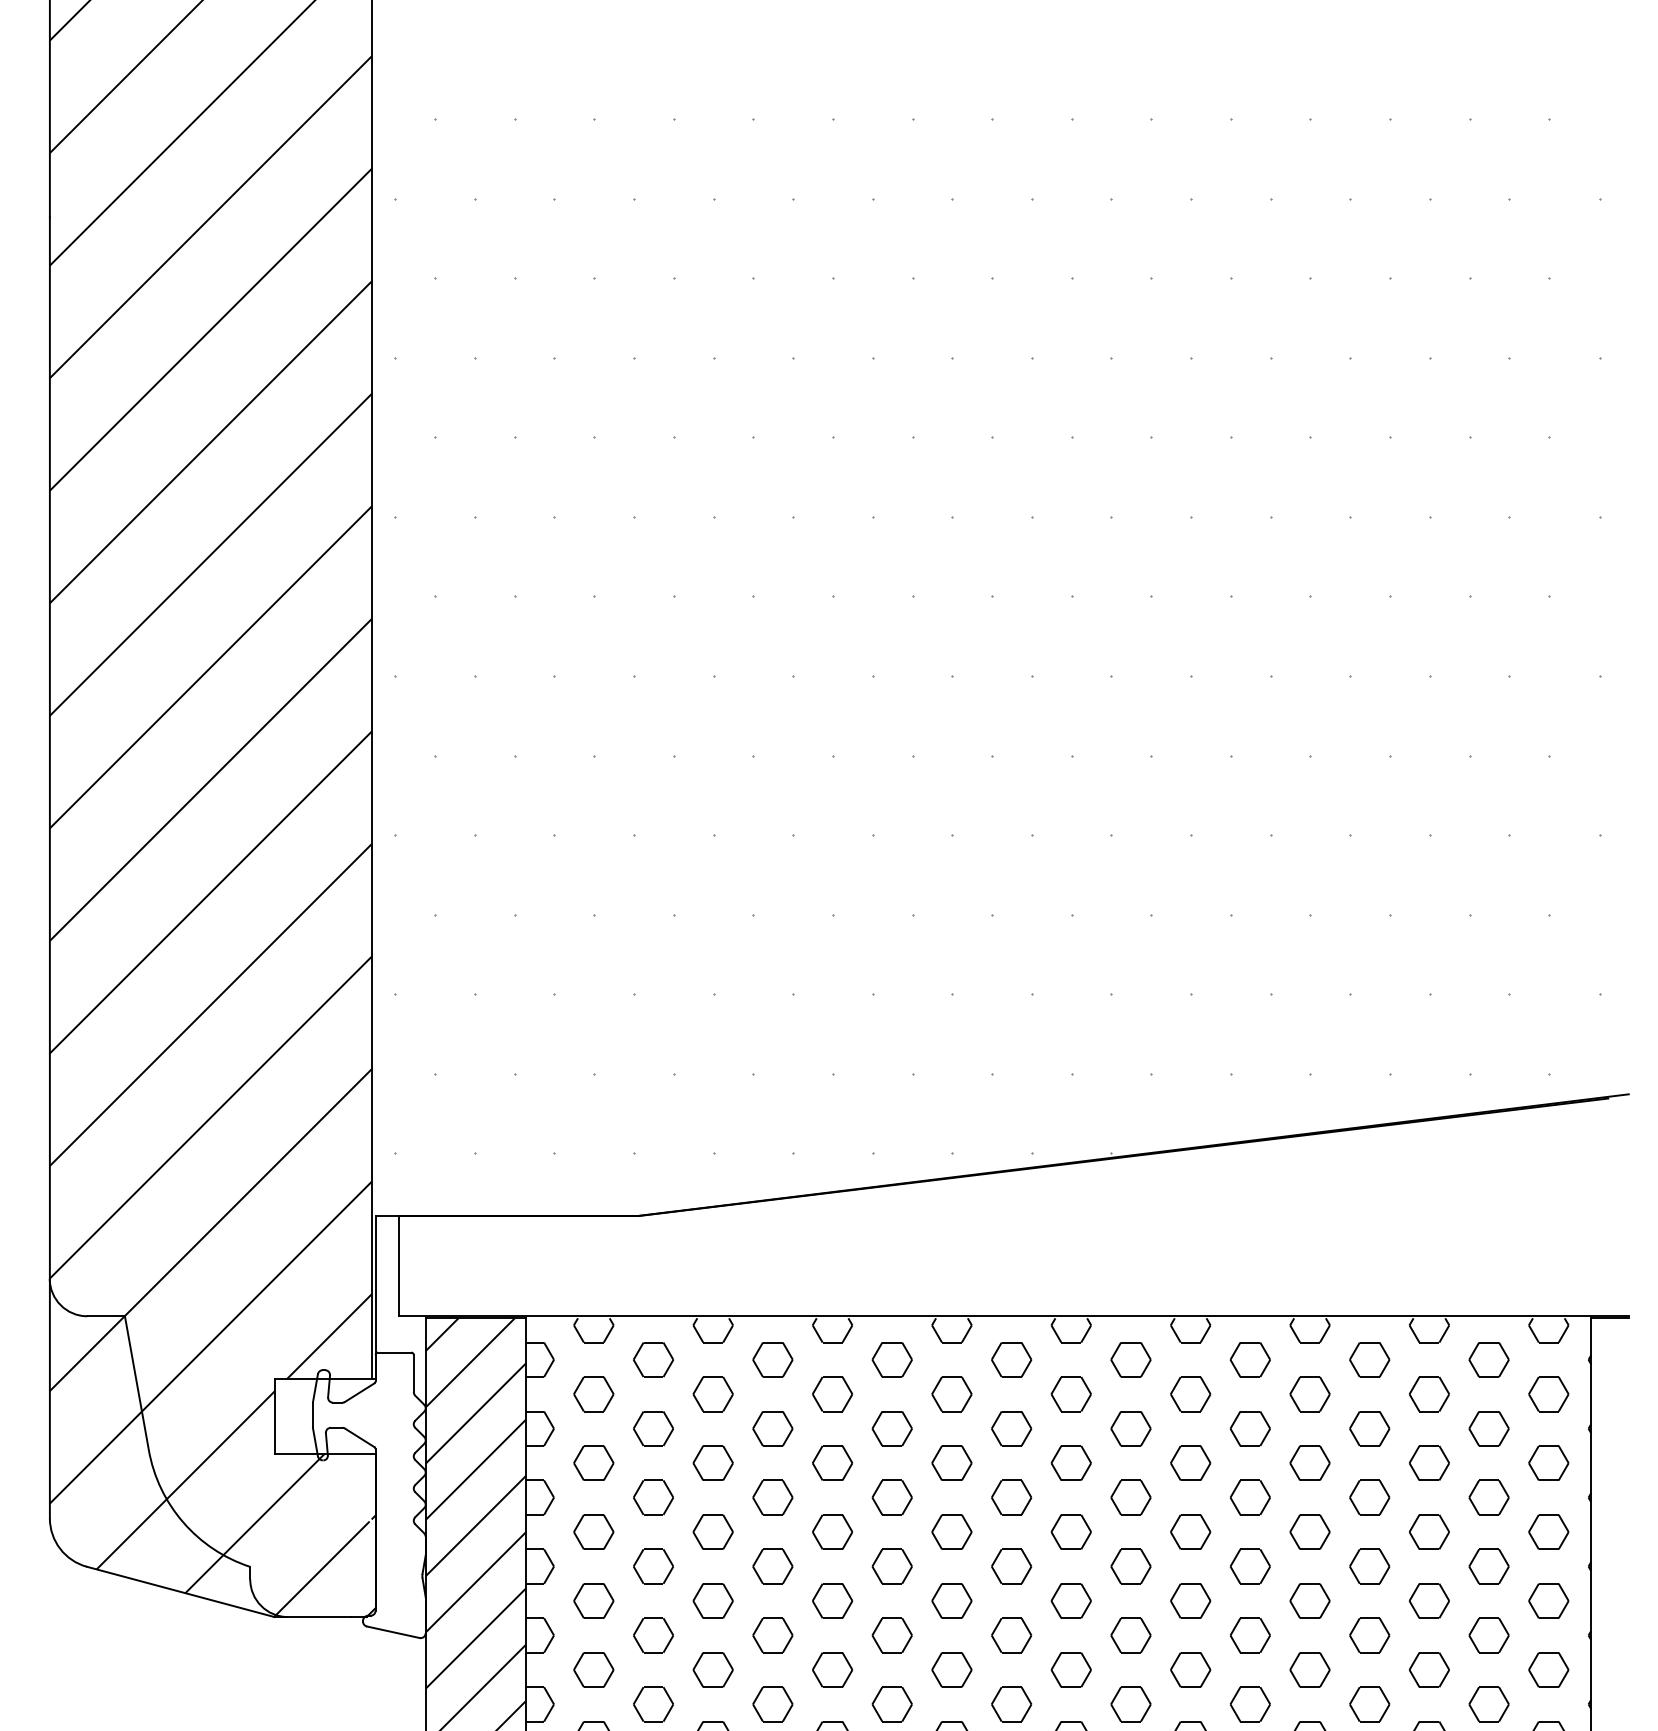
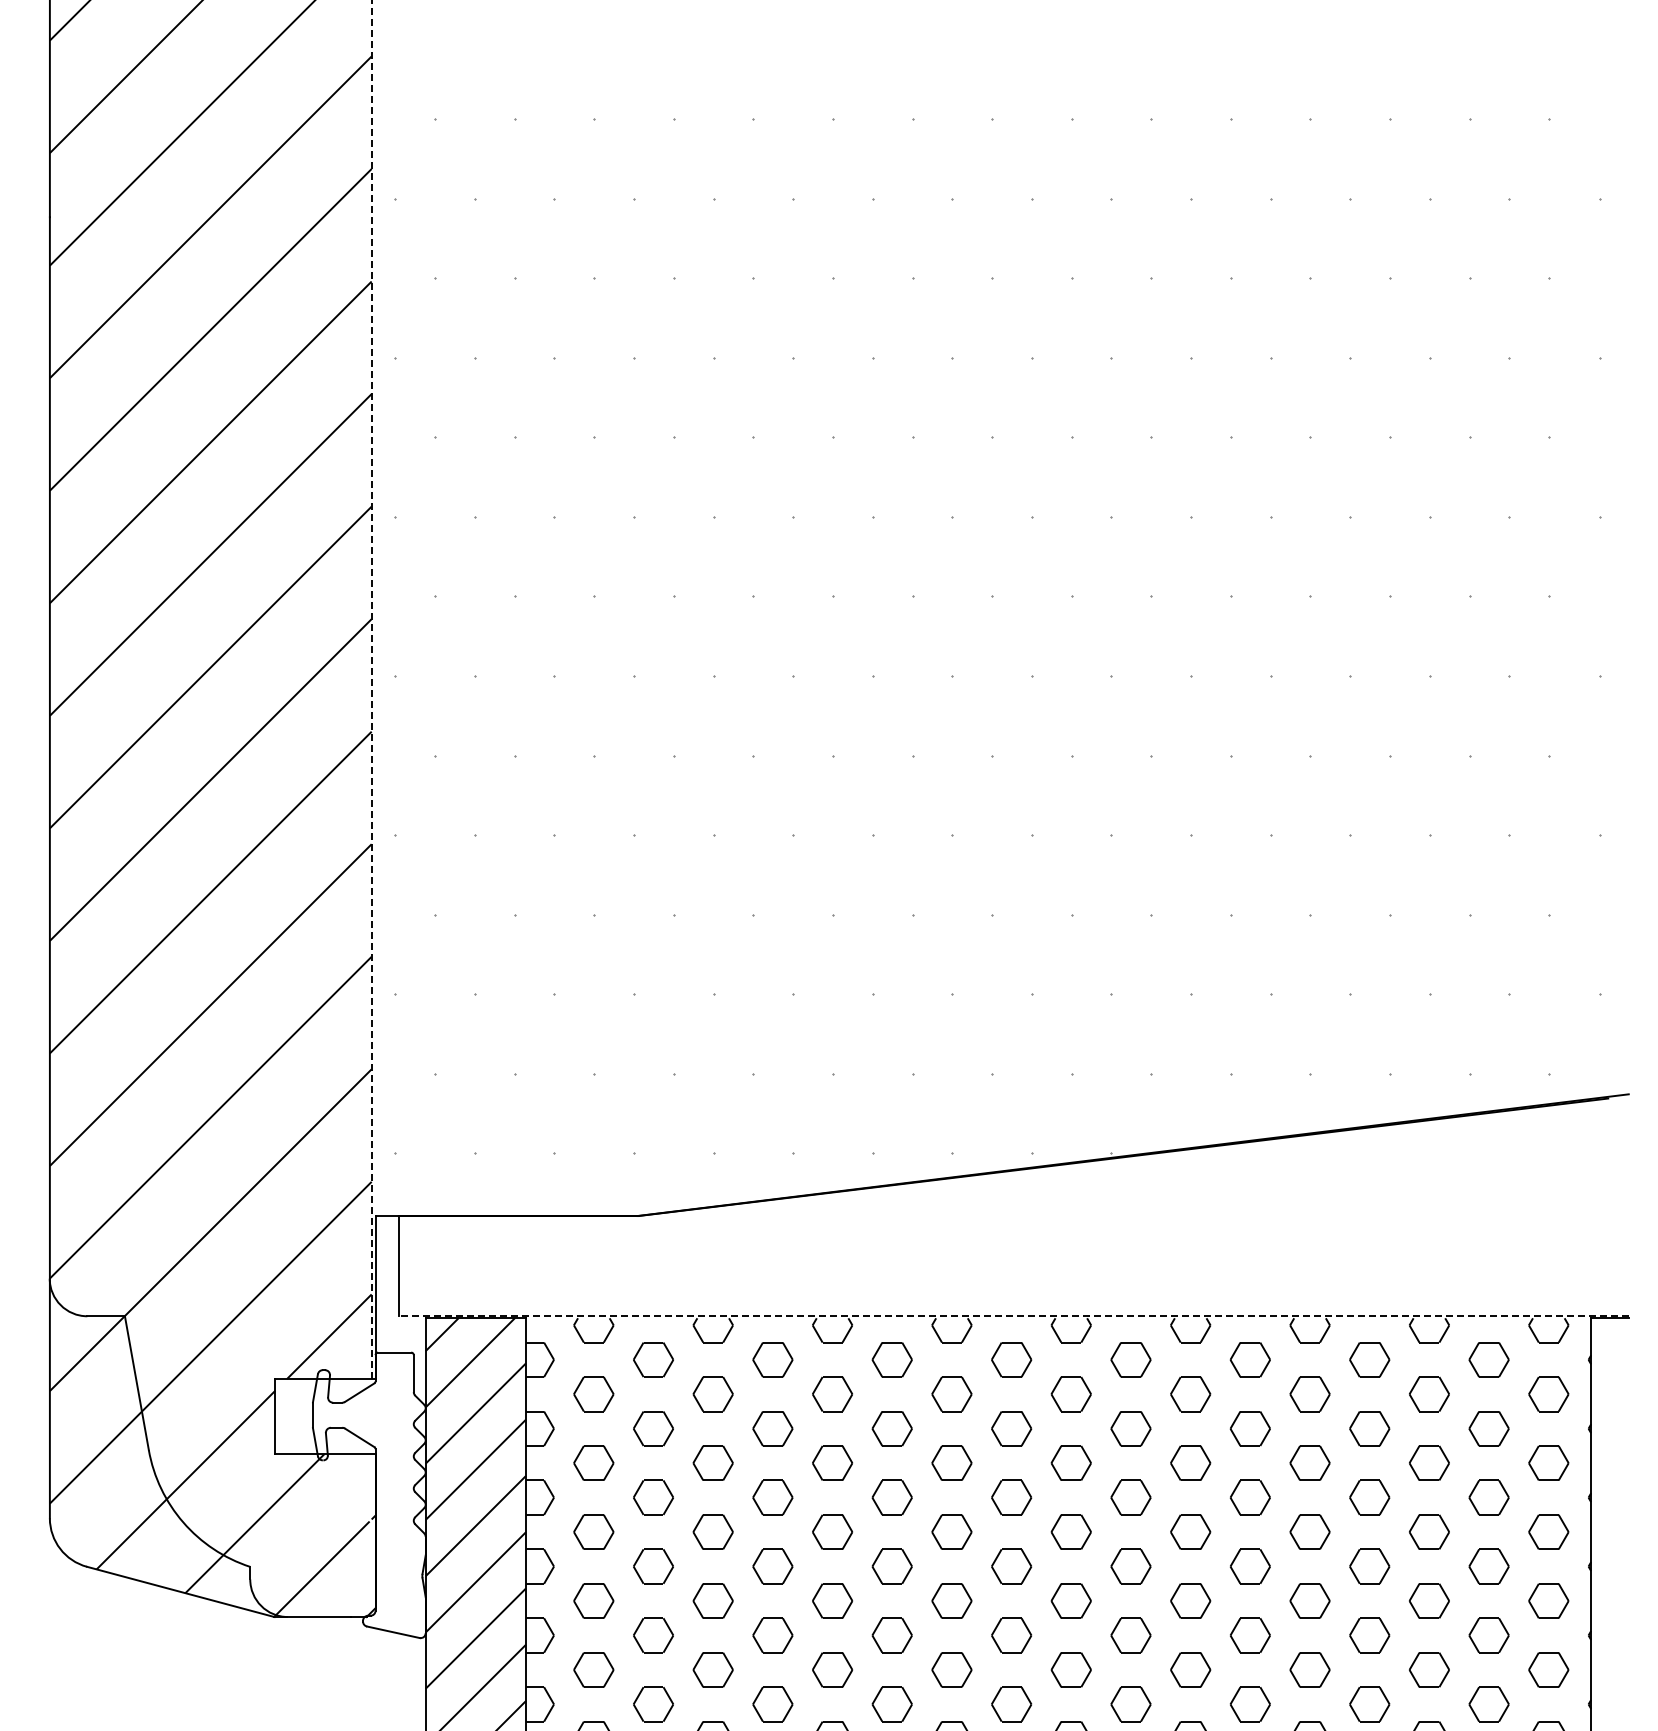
line at (371, 689): solid -> dashed
line at (1014, 1316): solid -> dashed
